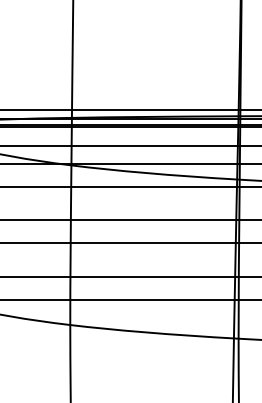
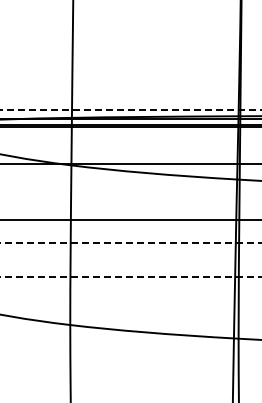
line at (130, 110): solid -> dashed
line at (130, 145): present -> none
line at (130, 186): present -> none
line at (131, 243): solid -> dashed
line at (131, 277): solid -> dashed
line at (130, 299): present -> none
